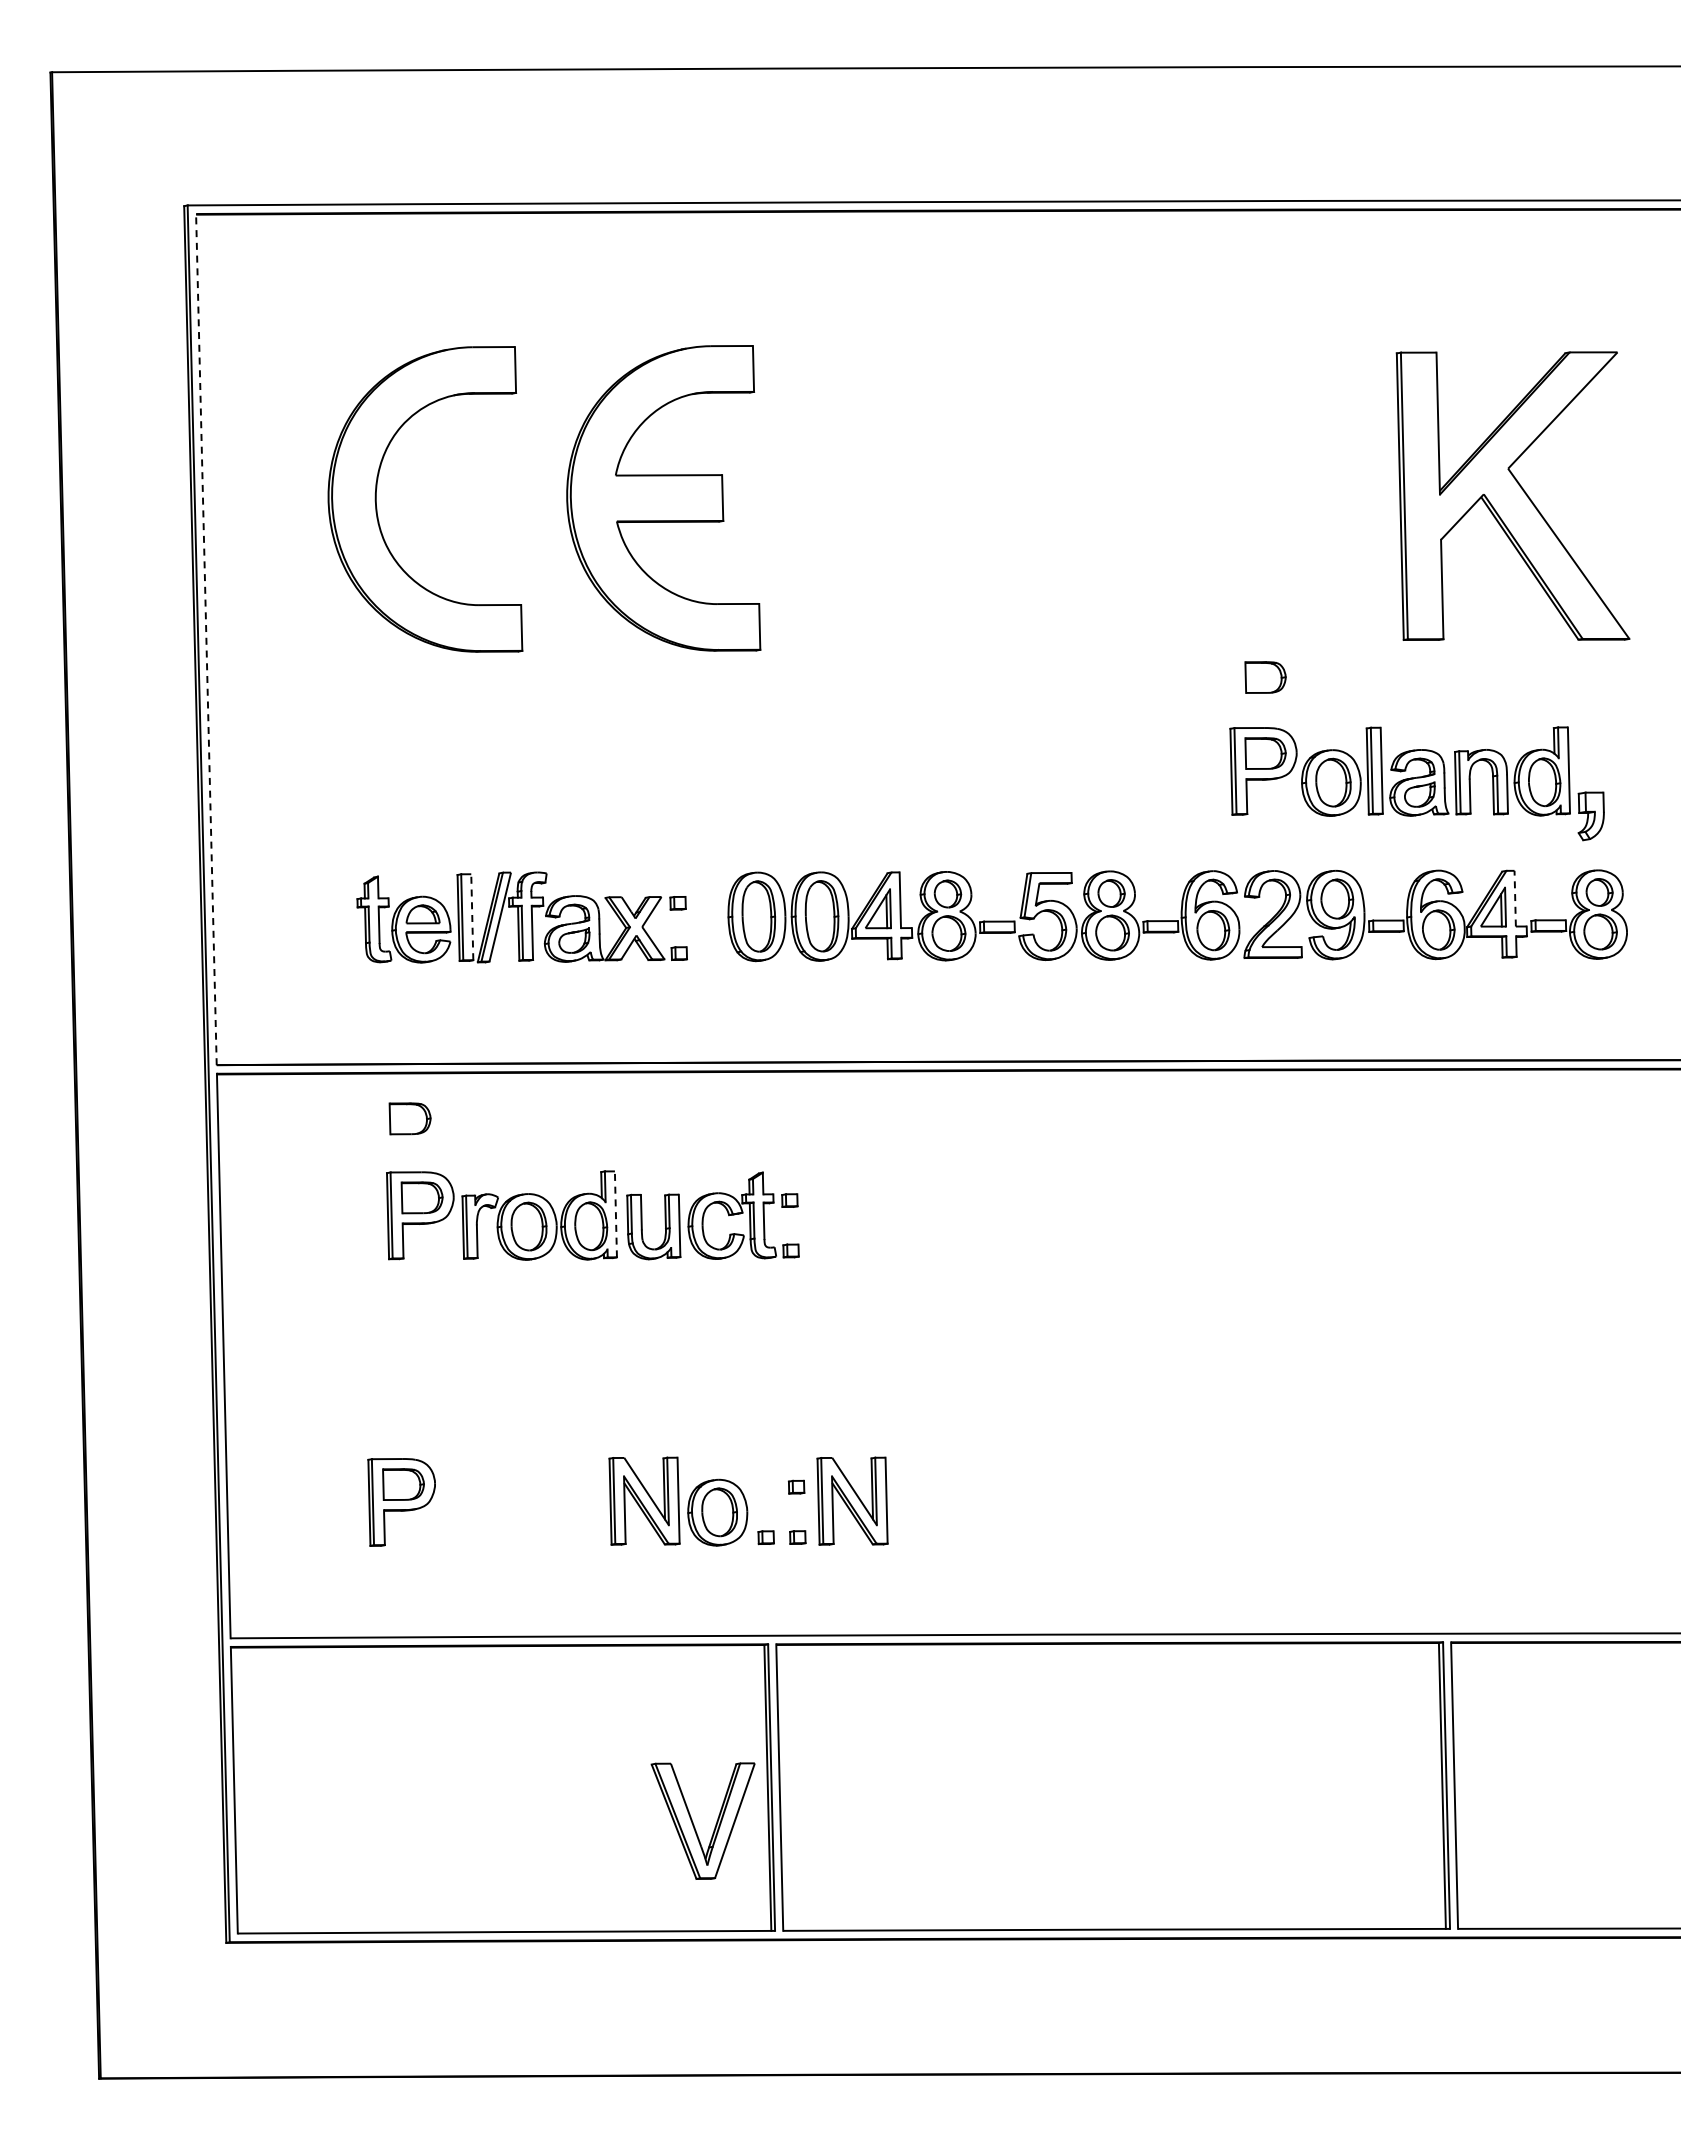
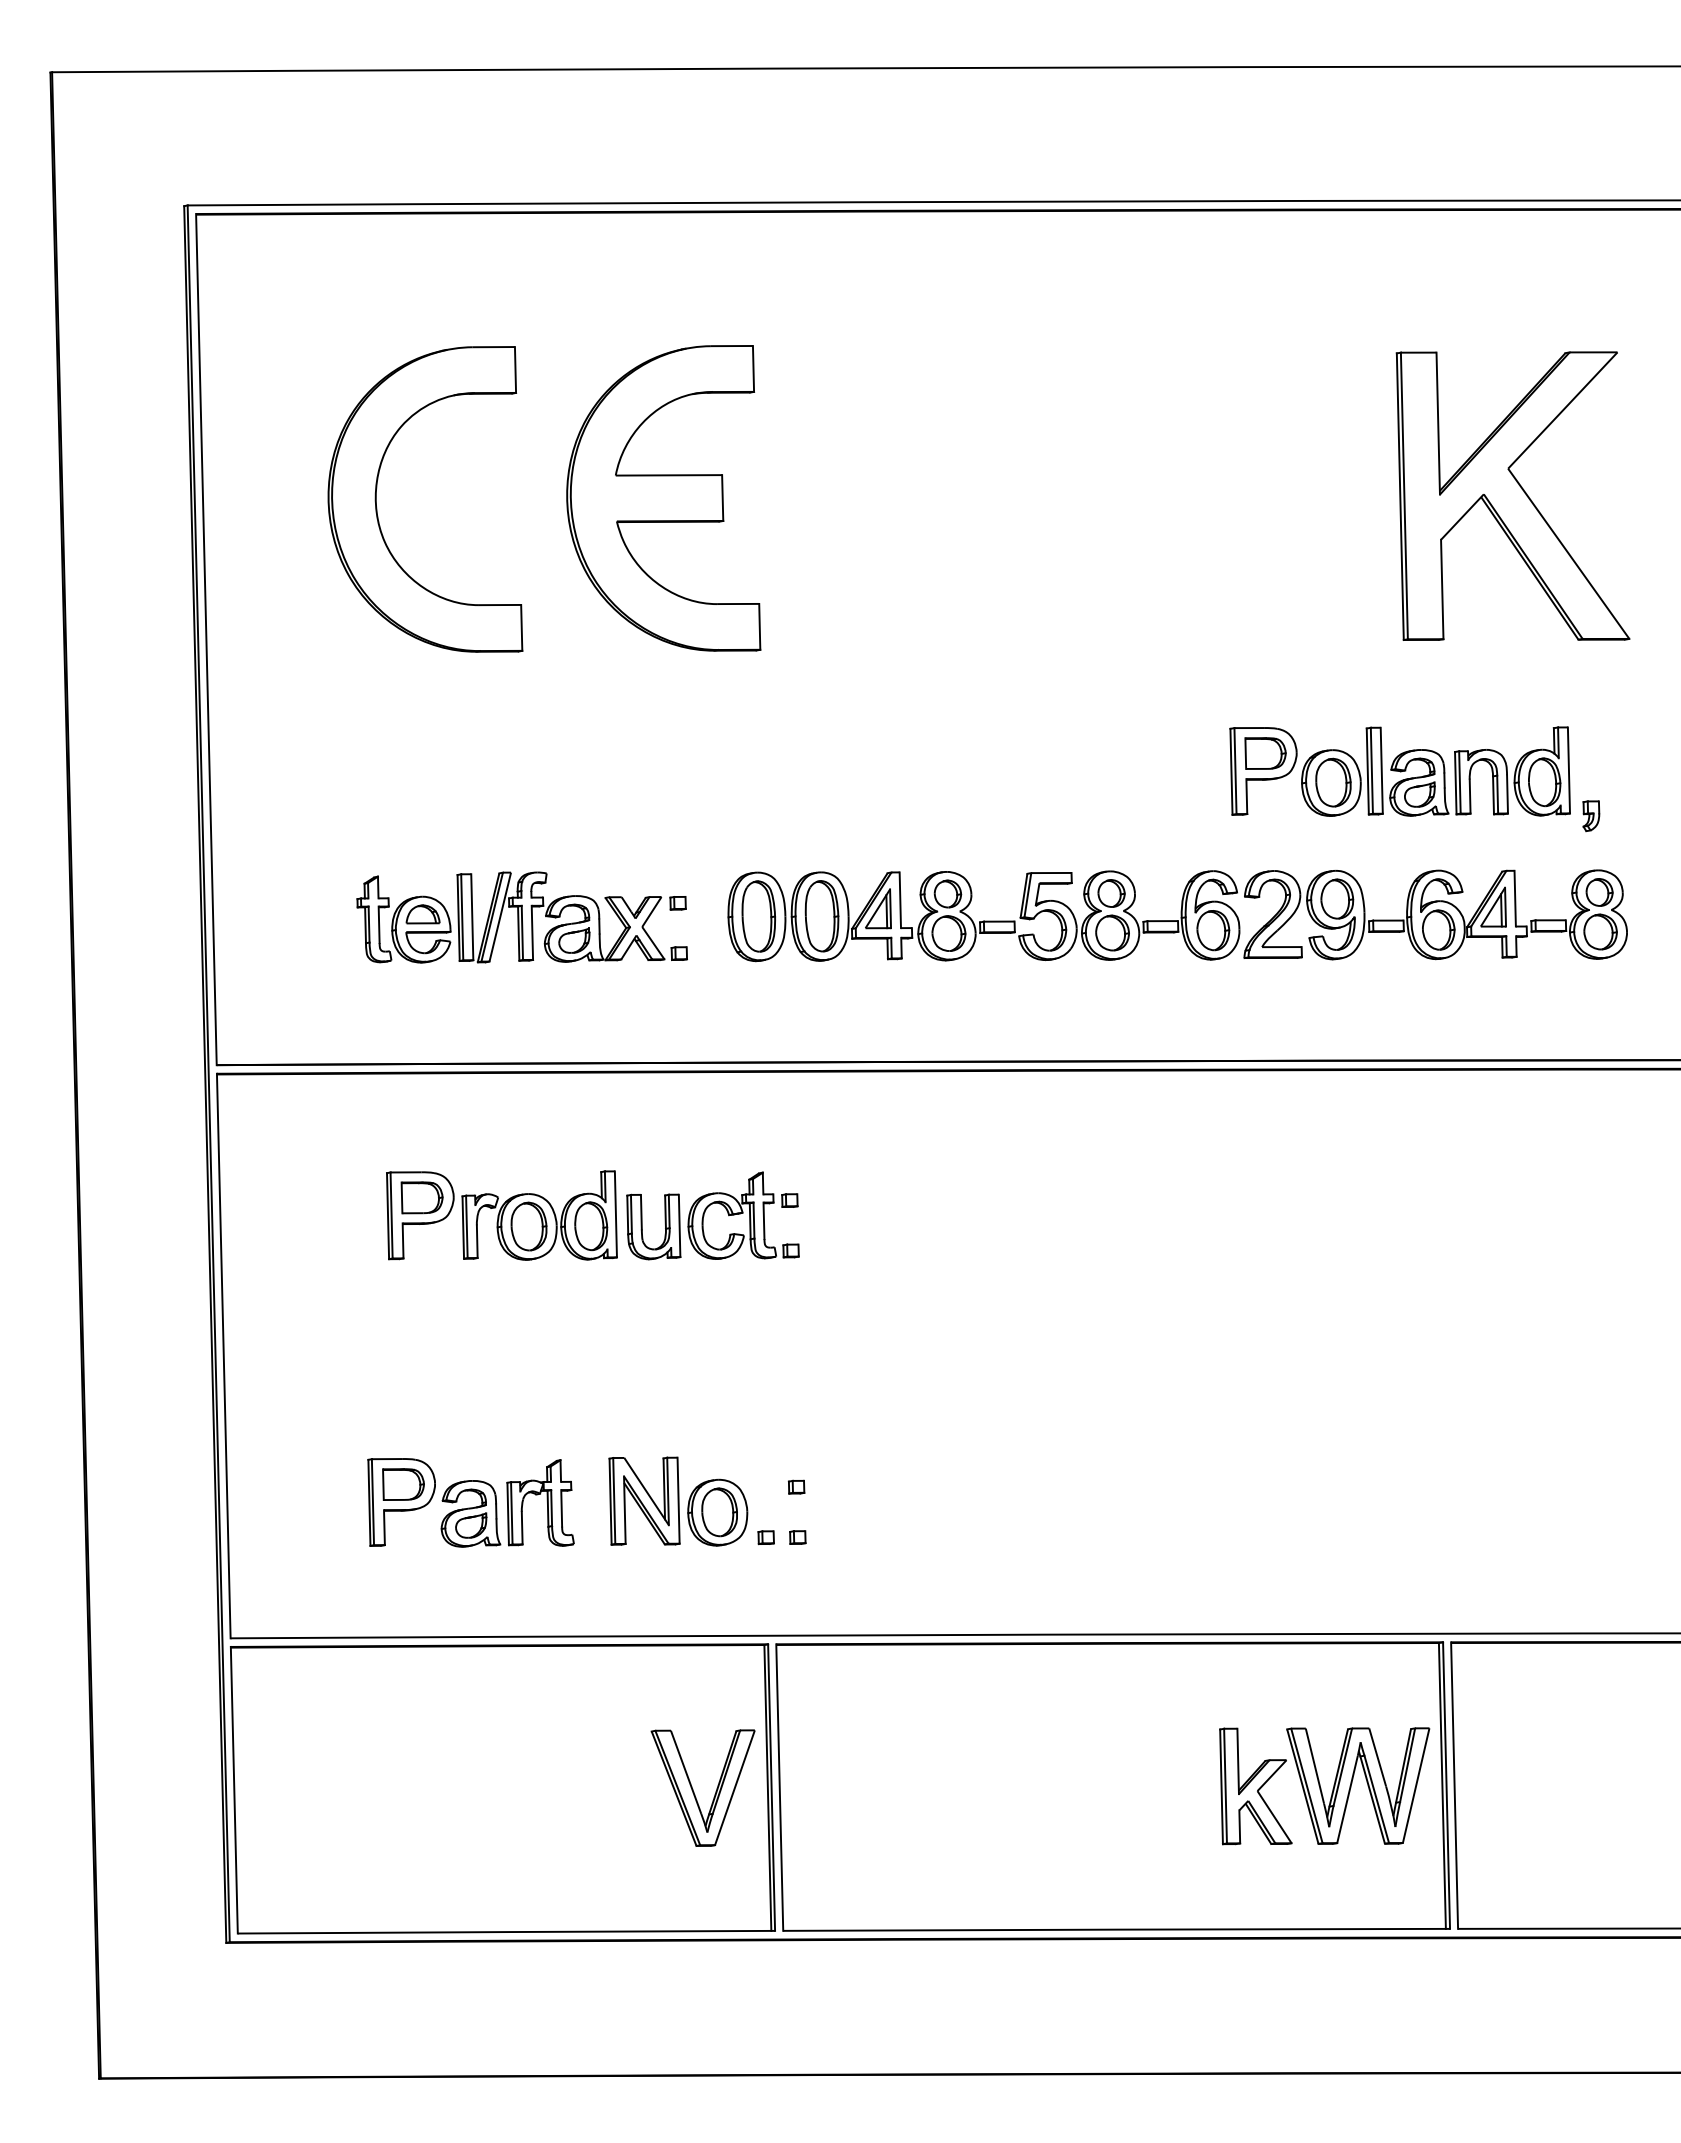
line at (206, 639): dashed -> solid
part at (1265, 677): present -> none
part at (1590, 816) size: 28x51 px -> 19x32 px
line at (1515, 898): dashed -> solid
line at (472, 916): dashed -> solid
part at (409, 1118): present -> none
line at (615, 1213): dashed -> solid
part at (852, 1500): present -> none
part at (507, 1503): none -> present
part at (1324, 1786): none -> present
part at (694, 1824) position: (694, 1824) -> (694, 1791)
